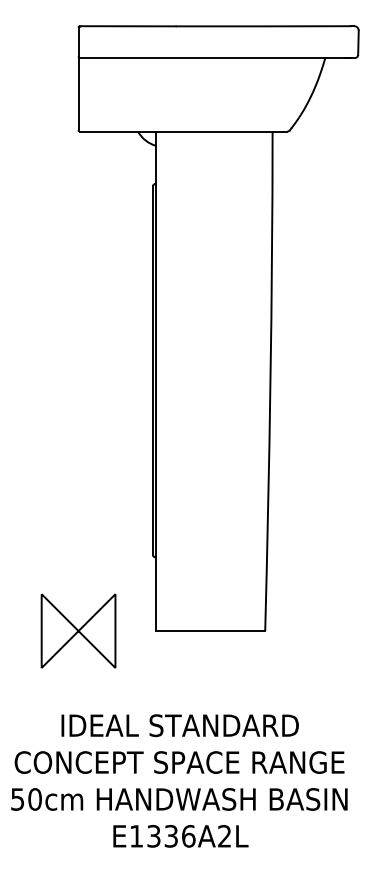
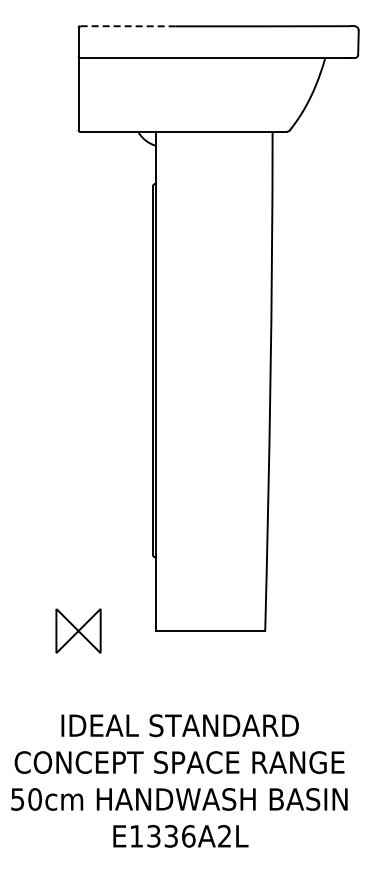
line at (127, 26): solid -> dashed
part at (78, 630) size: 77x76 px -> 47x46 px
